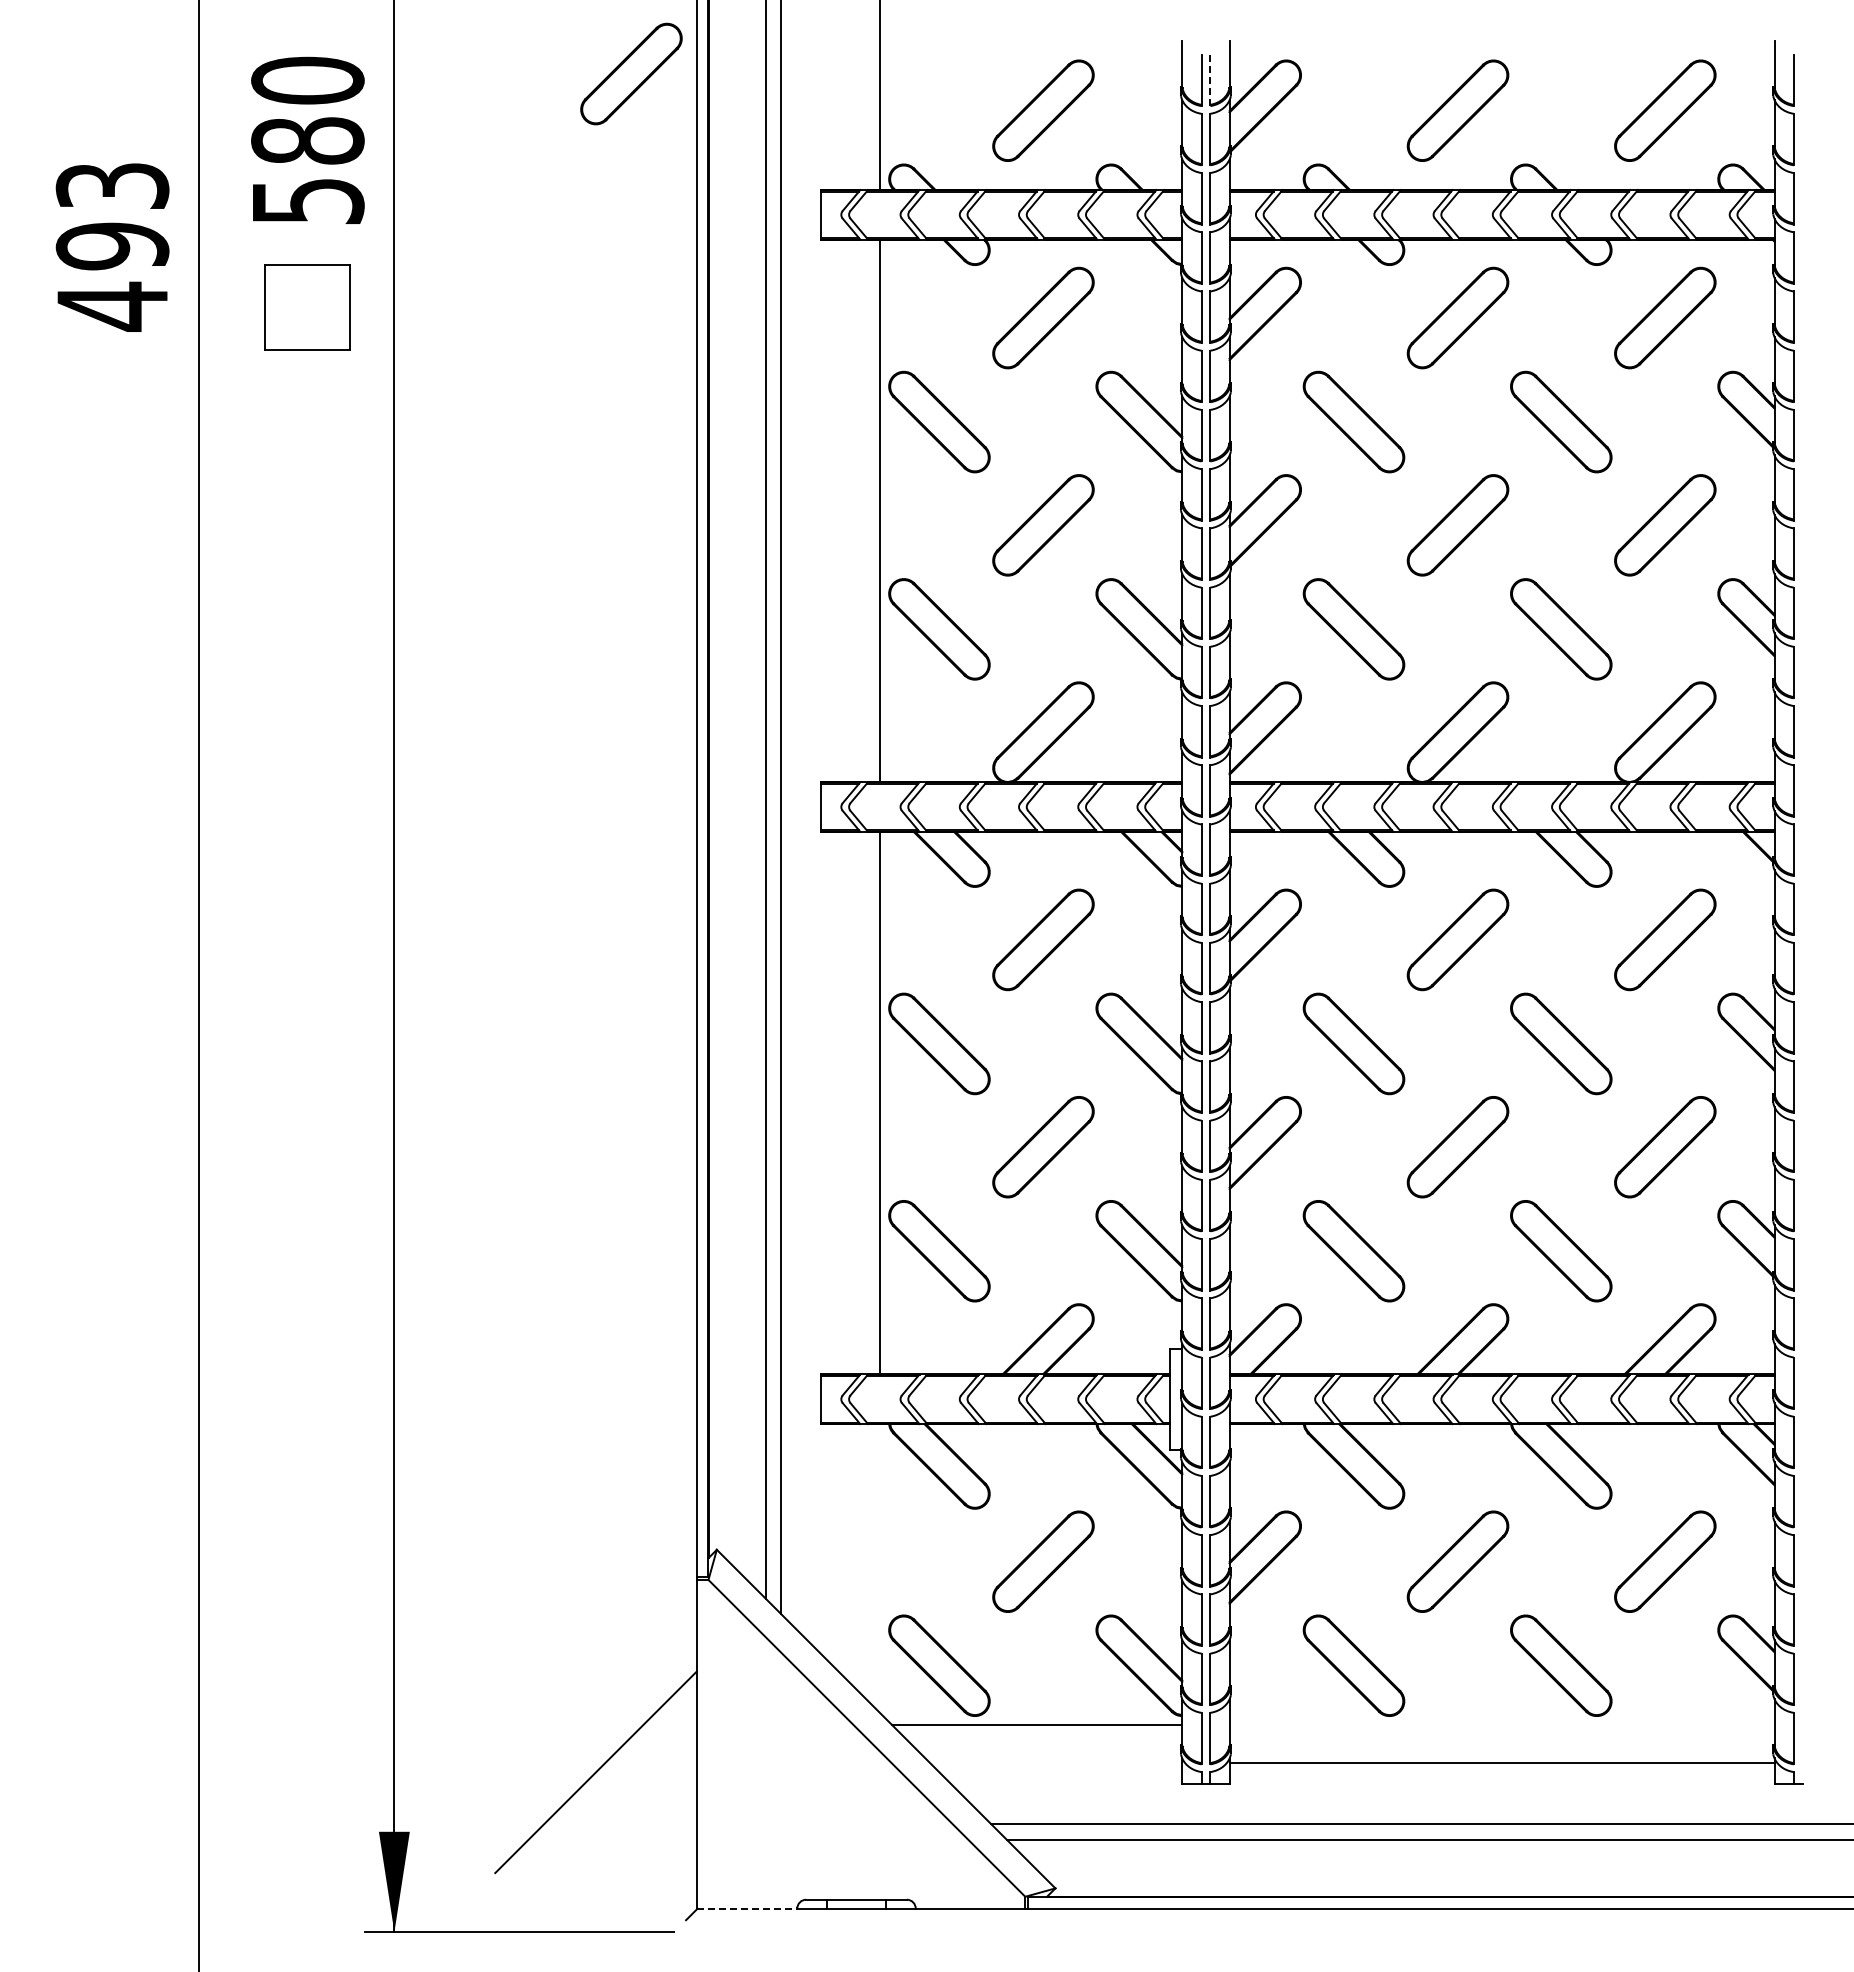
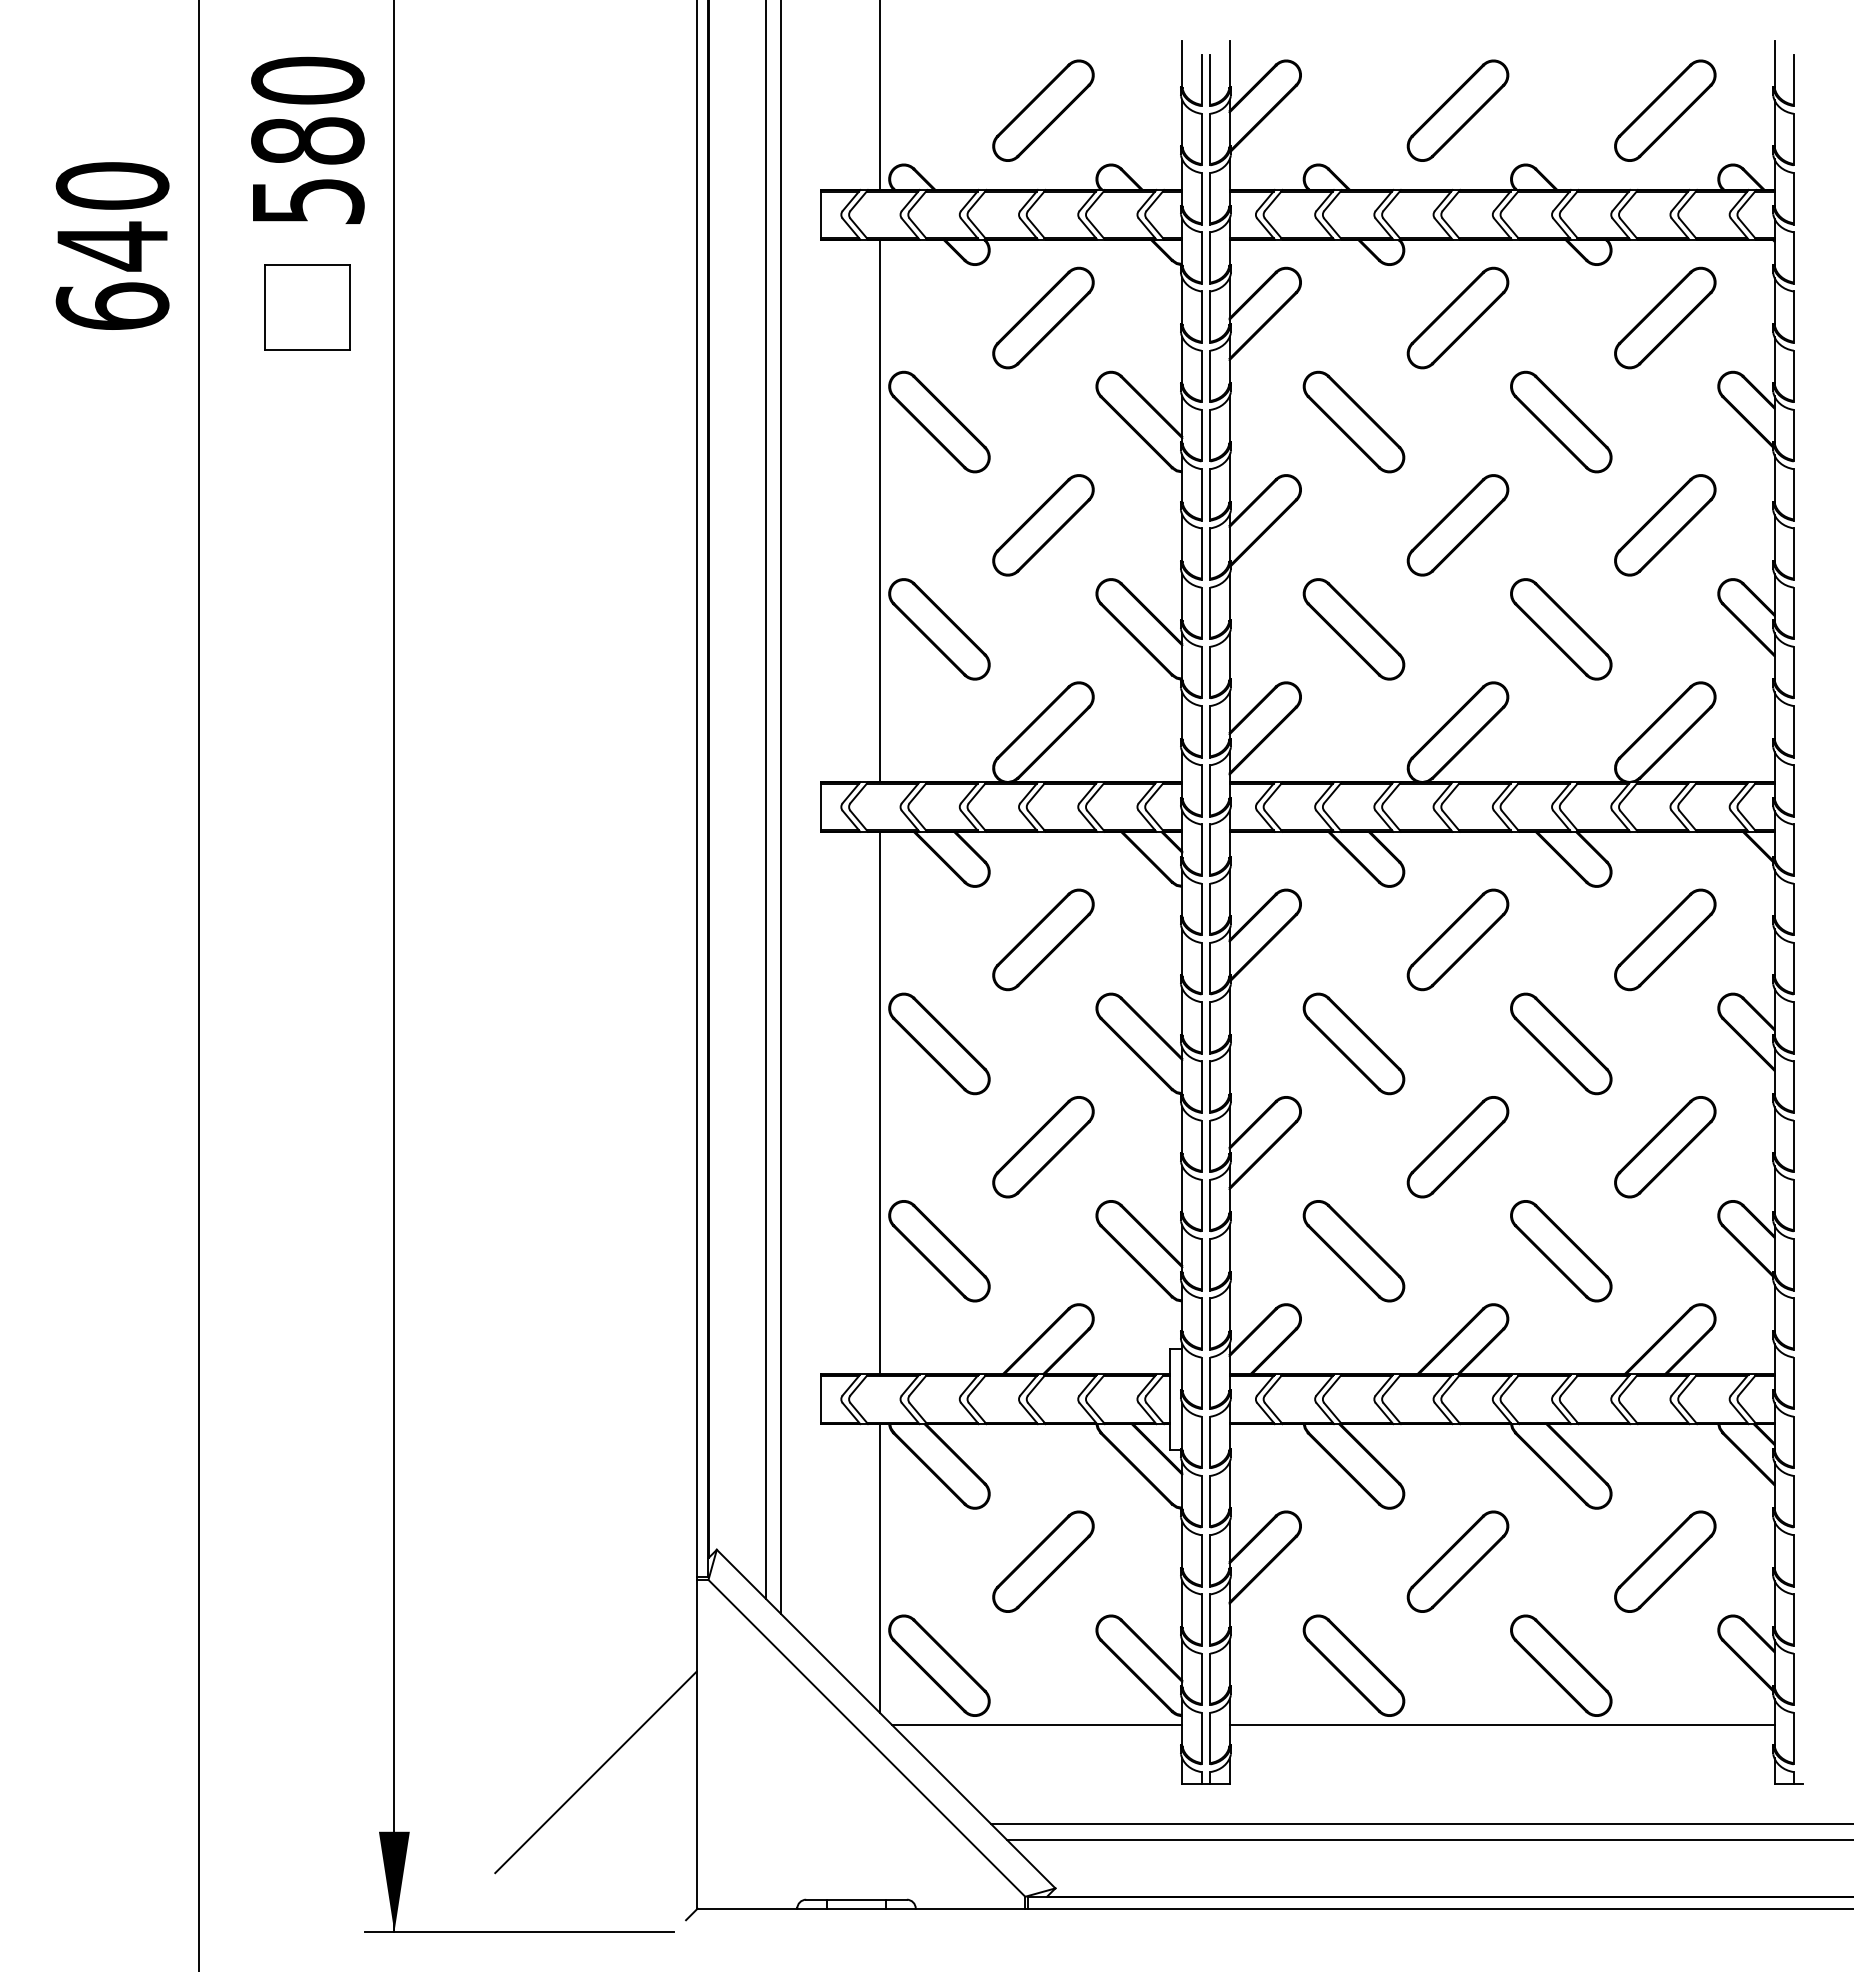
part at (631, 73): present -> none
line at (1210, 80): dashed -> solid
text at (112, 246): 493 -> 640
line at (880, 1568): none -> present
line at (1501, 1763) position: (1501, 1763) -> (1501, 1725)
line at (747, 1908): dashed -> solid
